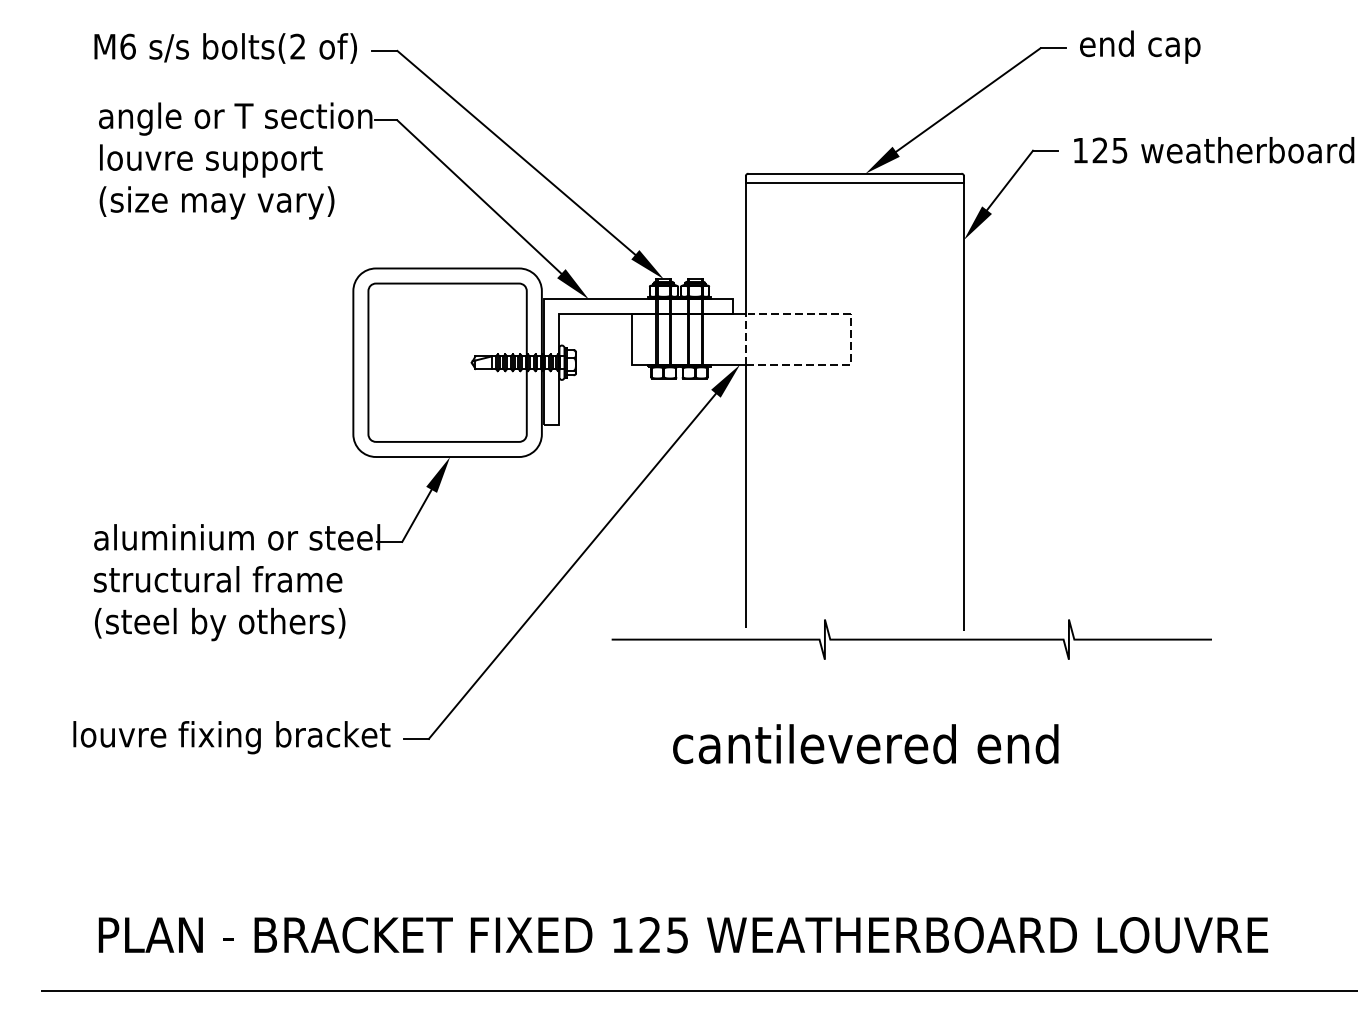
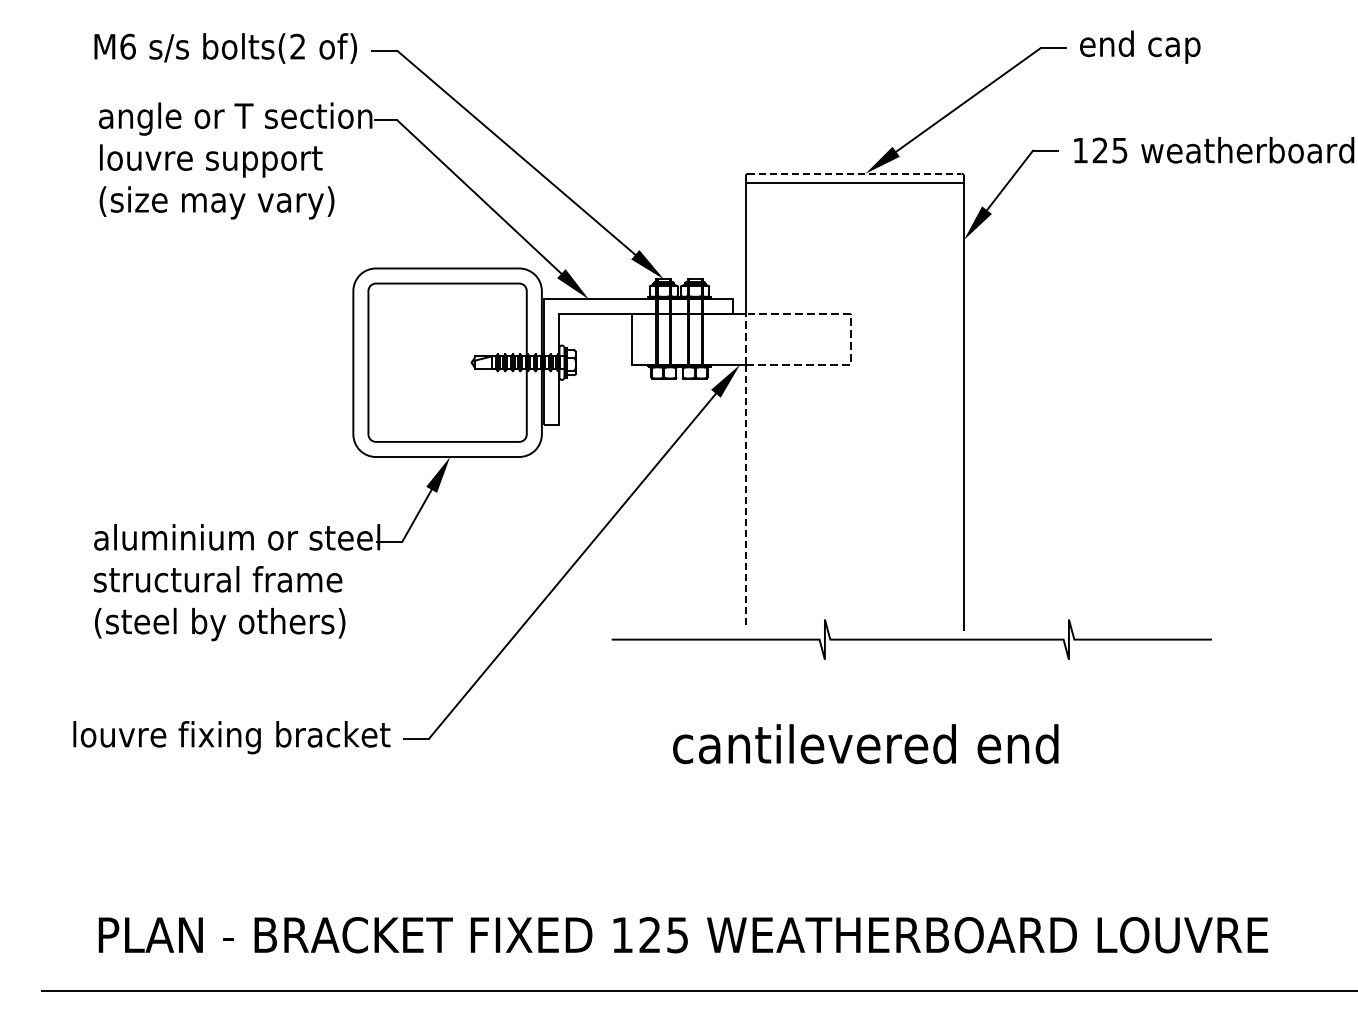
line at (854, 173): solid -> dashed
line at (745, 496): solid -> dashed
